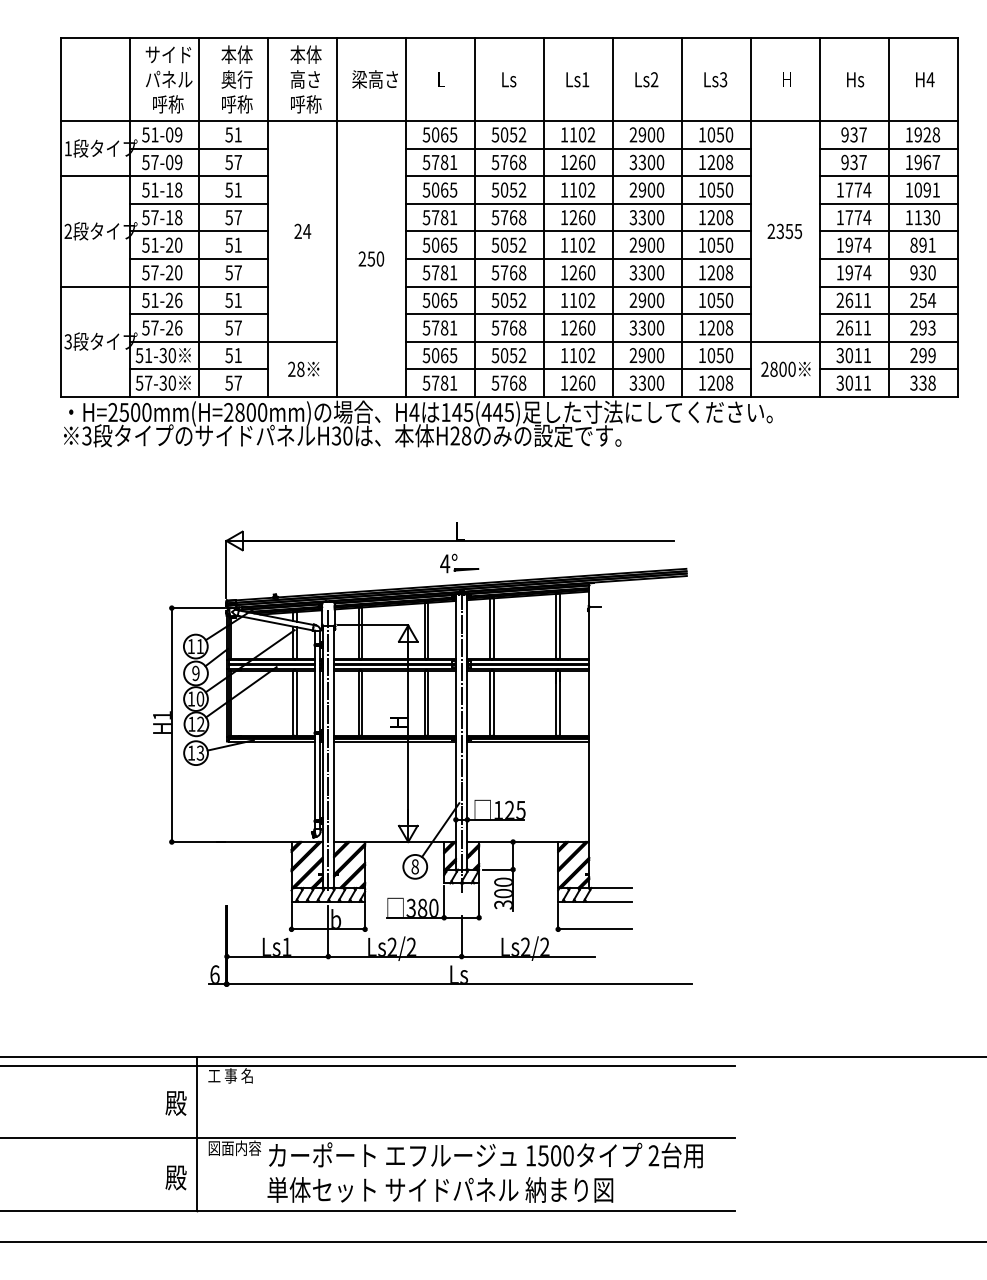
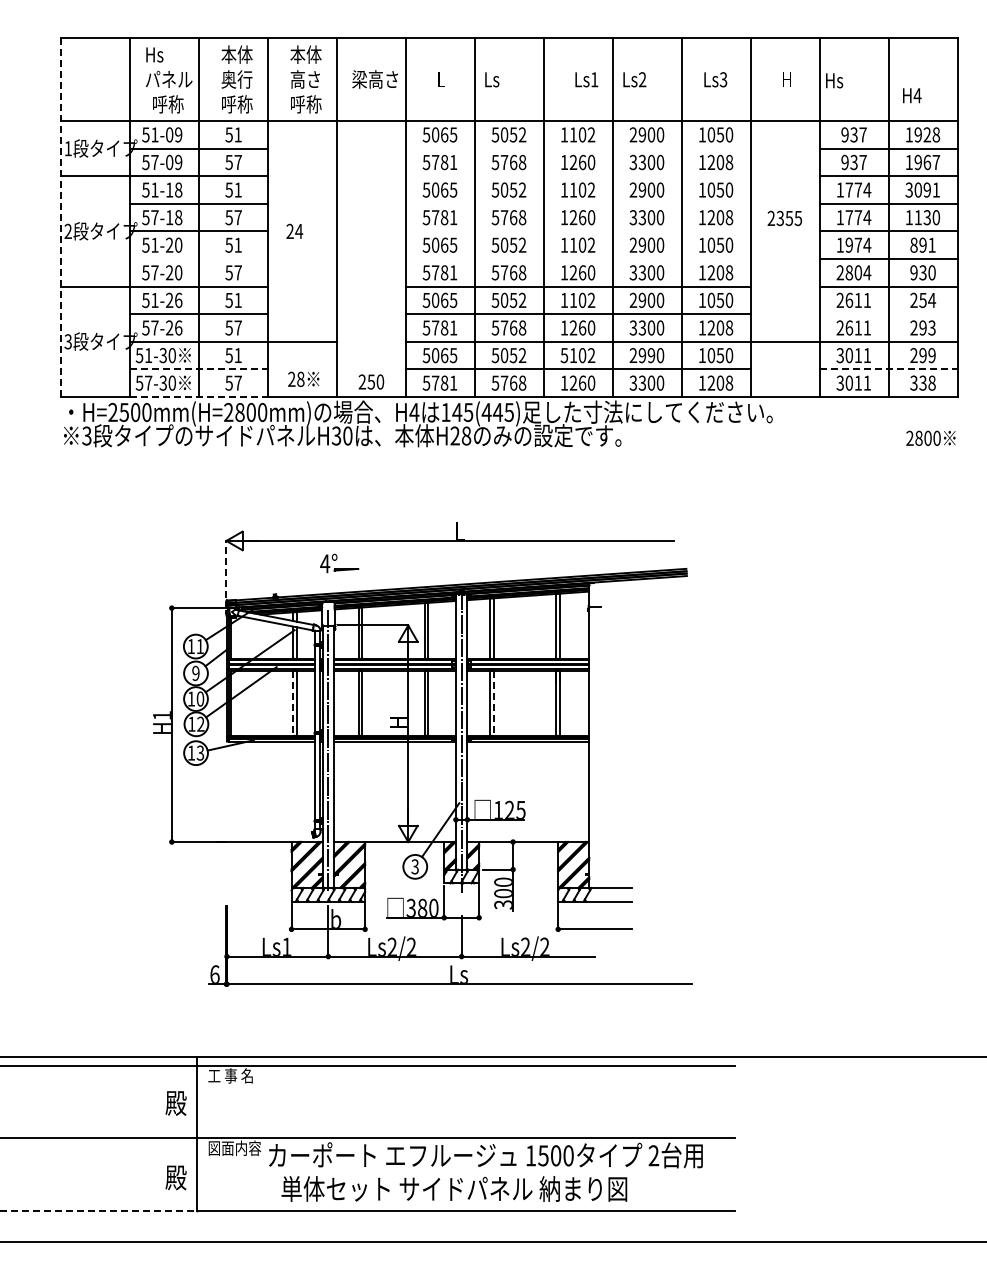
text at (168, 54): サイド -> Hs
text at (509, 79) position: (509, 79) -> (492, 79)
text at (577, 79) position: (577, 79) -> (586, 79)
text at (646, 79) position: (646, 79) -> (634, 79)
text at (855, 79) position: (855, 79) -> (834, 80)
text at (925, 79) position: (925, 79) -> (912, 95)
line at (577, 148): present -> none
line at (577, 176): present -> none
text at (908, 189): 1091 -> 3091
line at (577, 203): present -> none
line at (61, 218): solid -> dashed
text at (302, 230) position: (302, 230) -> (294, 230)
line at (577, 231): present -> none
text at (784, 231) position: (784, 231) -> (784, 218)
text at (371, 258) position: (371, 258) -> (371, 381)
line at (198, 259): present -> none
line at (577, 259): present -> none
text at (849, 272): 1974 -> 2804
line at (888, 314): present -> none
text at (564, 355): 1102 -> 5102
text at (651, 355): 2900 -> 2990
text at (303, 368) position: (303, 368) -> (303, 378)
text at (785, 368) position: (785, 368) -> (930, 437)
line at (199, 369): solid -> dashed
line at (888, 369): solid -> dashed
line at (199, 396): solid -> dashed
part at (459, 563) position: (459, 563) -> (339, 563)
line at (226, 569): solid -> dashed
line at (292, 703): solid -> dashed
line at (494, 703): solid -> dashed
text at (414, 866): 8 -> 3
text at (440, 1189) position: (440, 1189) -> (454, 1188)
line at (98, 1210): solid -> dashed
